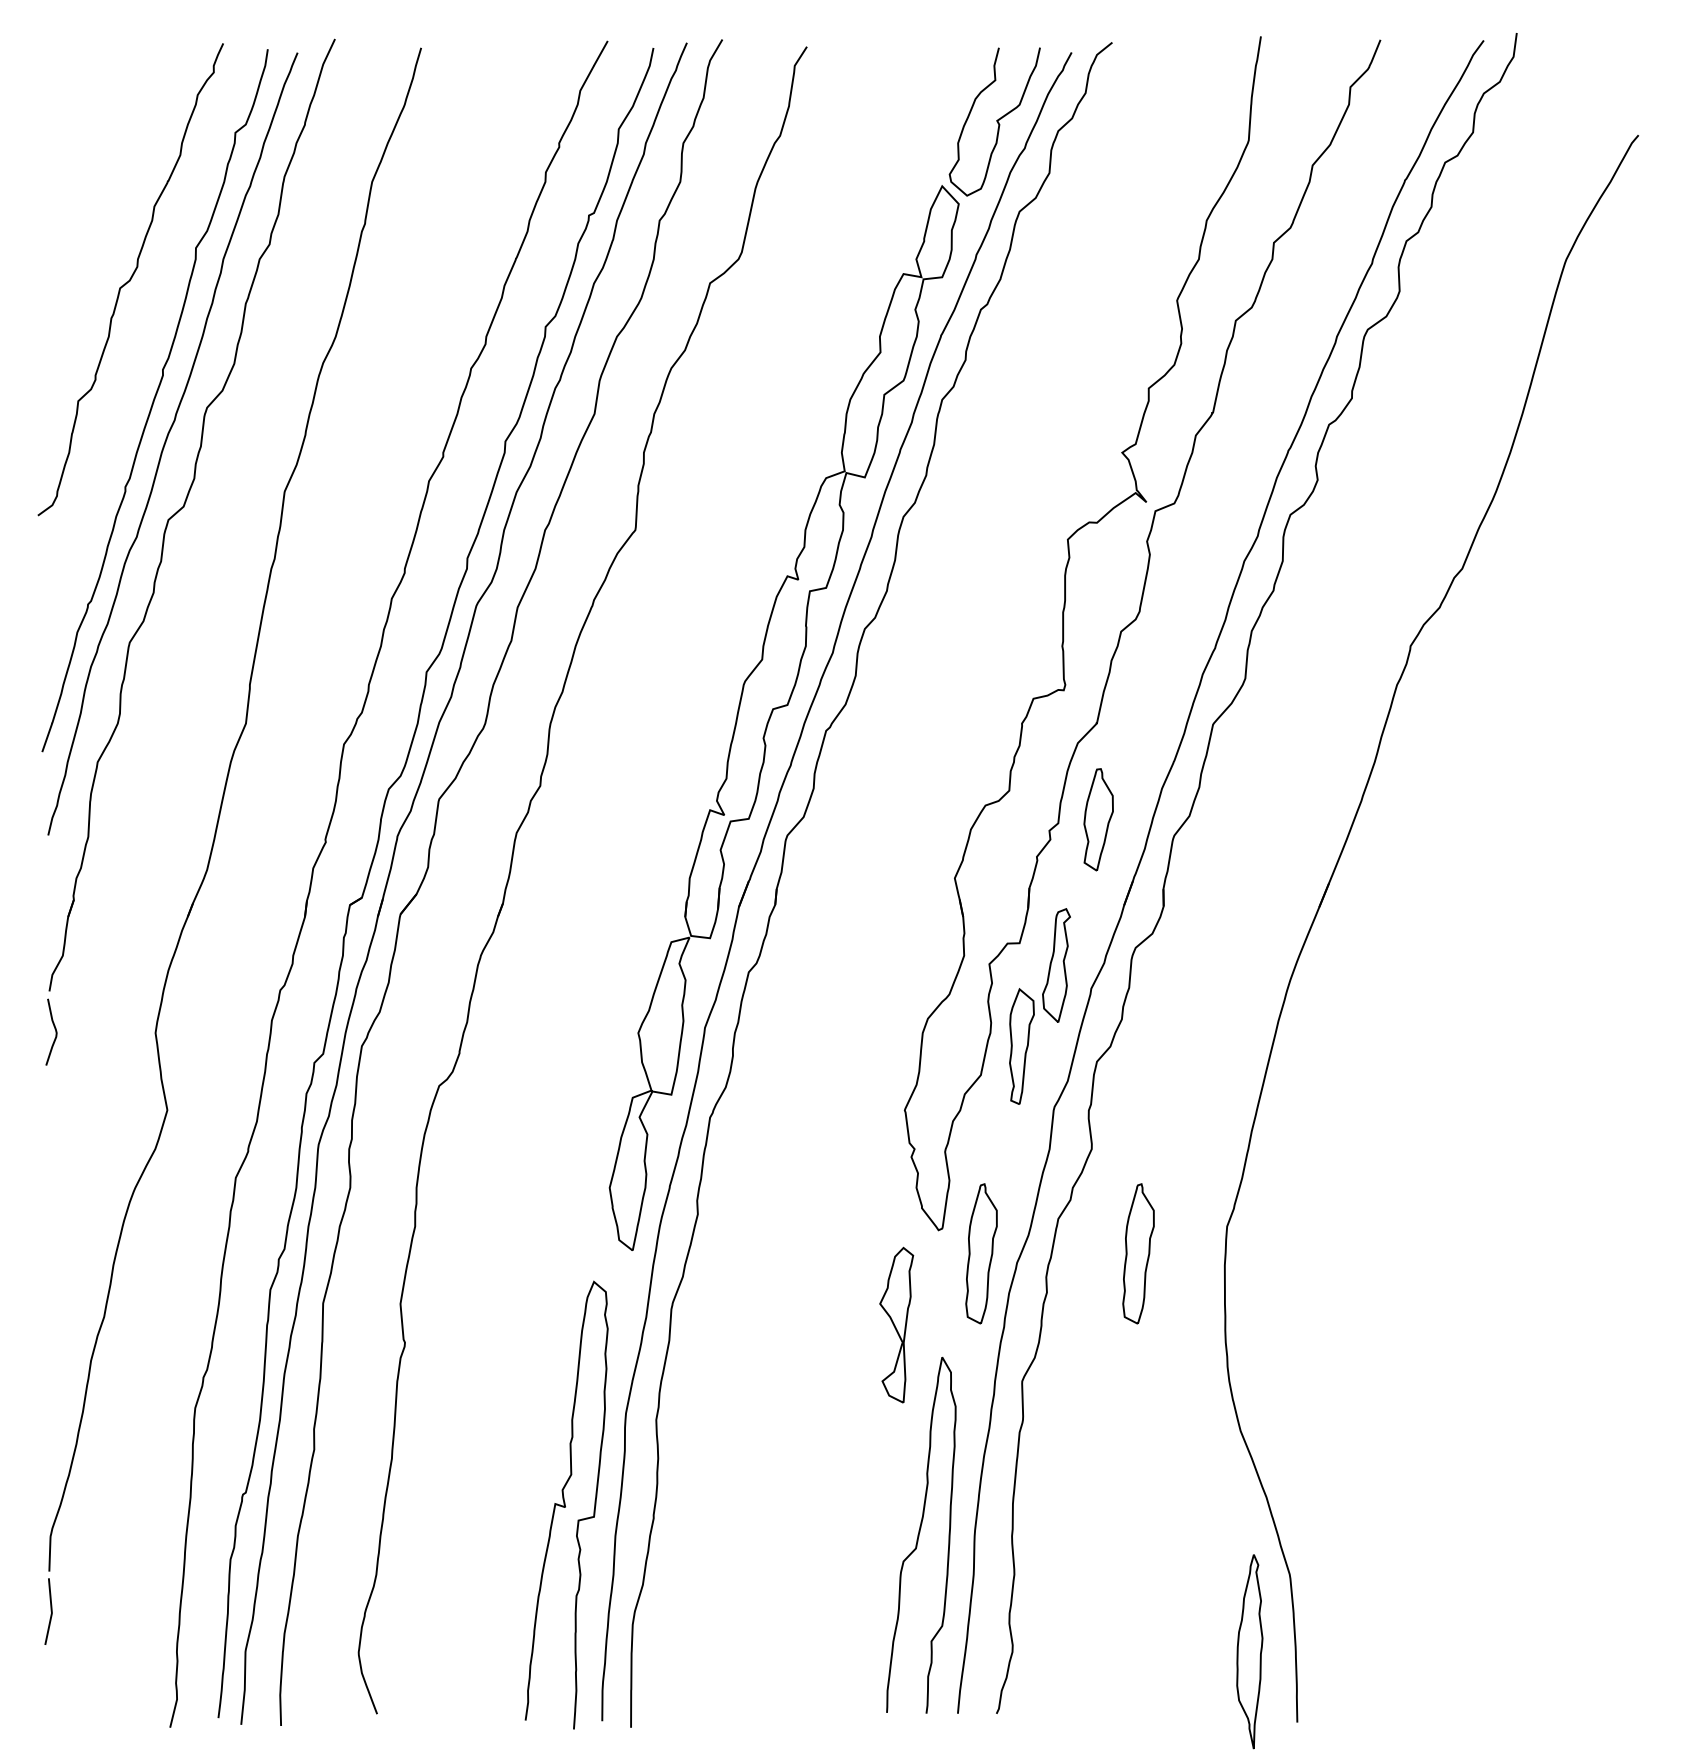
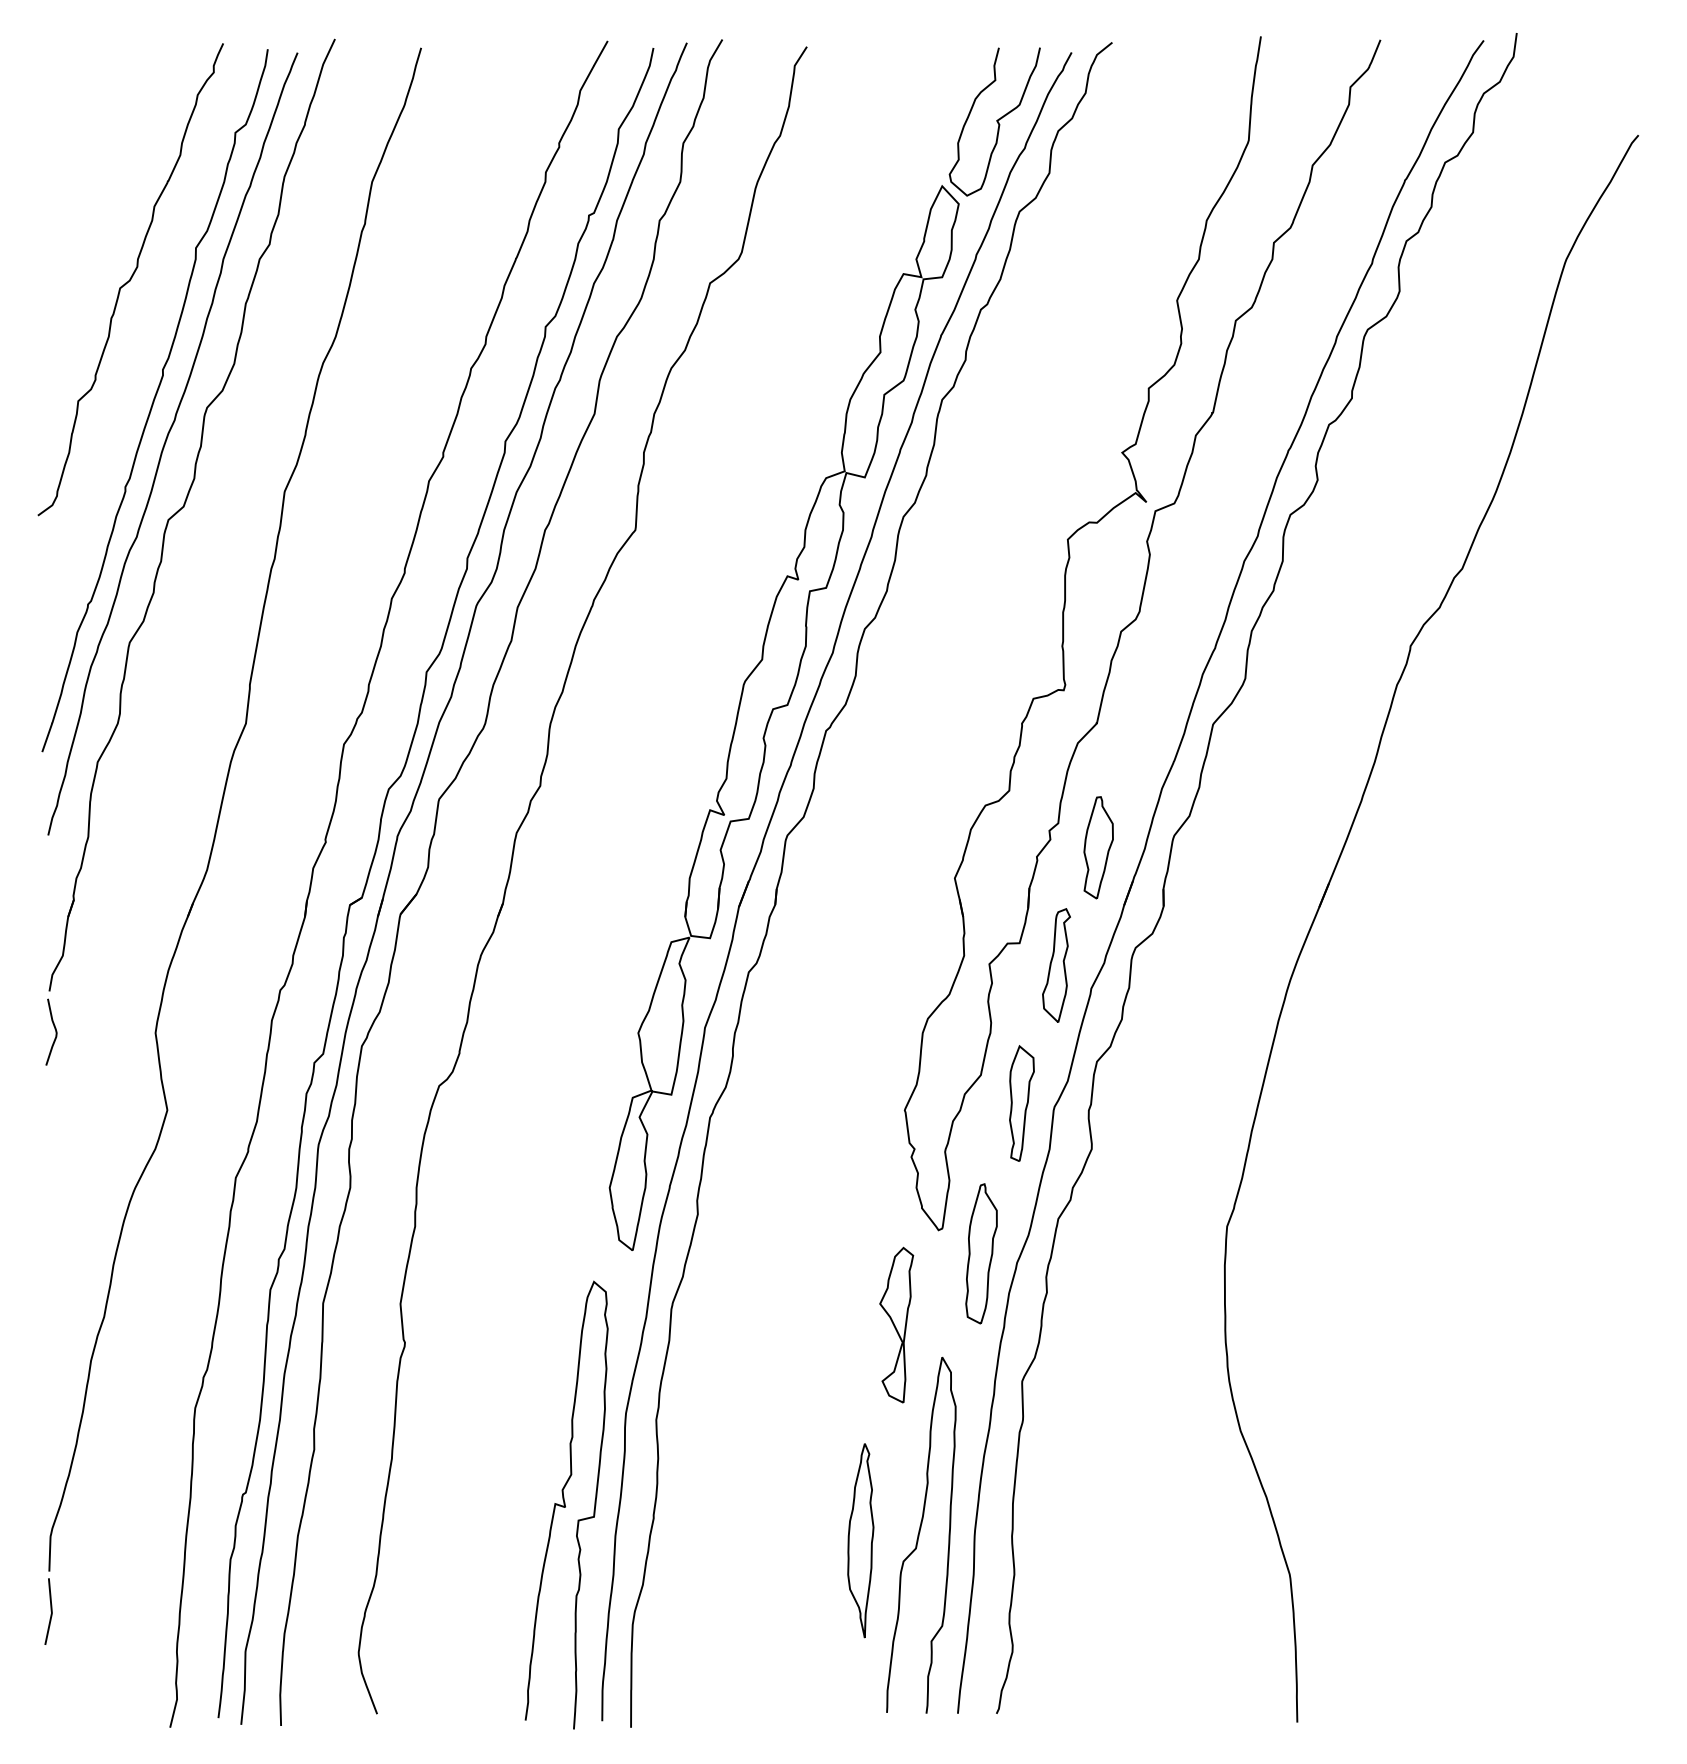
part at (1098, 819) position: (1098, 819) -> (1098, 847)
part at (1021, 1046) position: (1021, 1046) -> (1021, 1103)
part at (1138, 1253): present -> none
part at (1249, 1651) position: (1249, 1651) -> (860, 1540)
